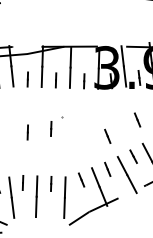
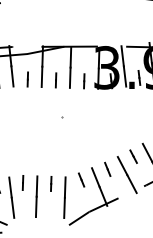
line at (137, 119): present -> none
line at (51, 128): present -> none
line at (27, 132): present -> none
line at (107, 135): present -> none
